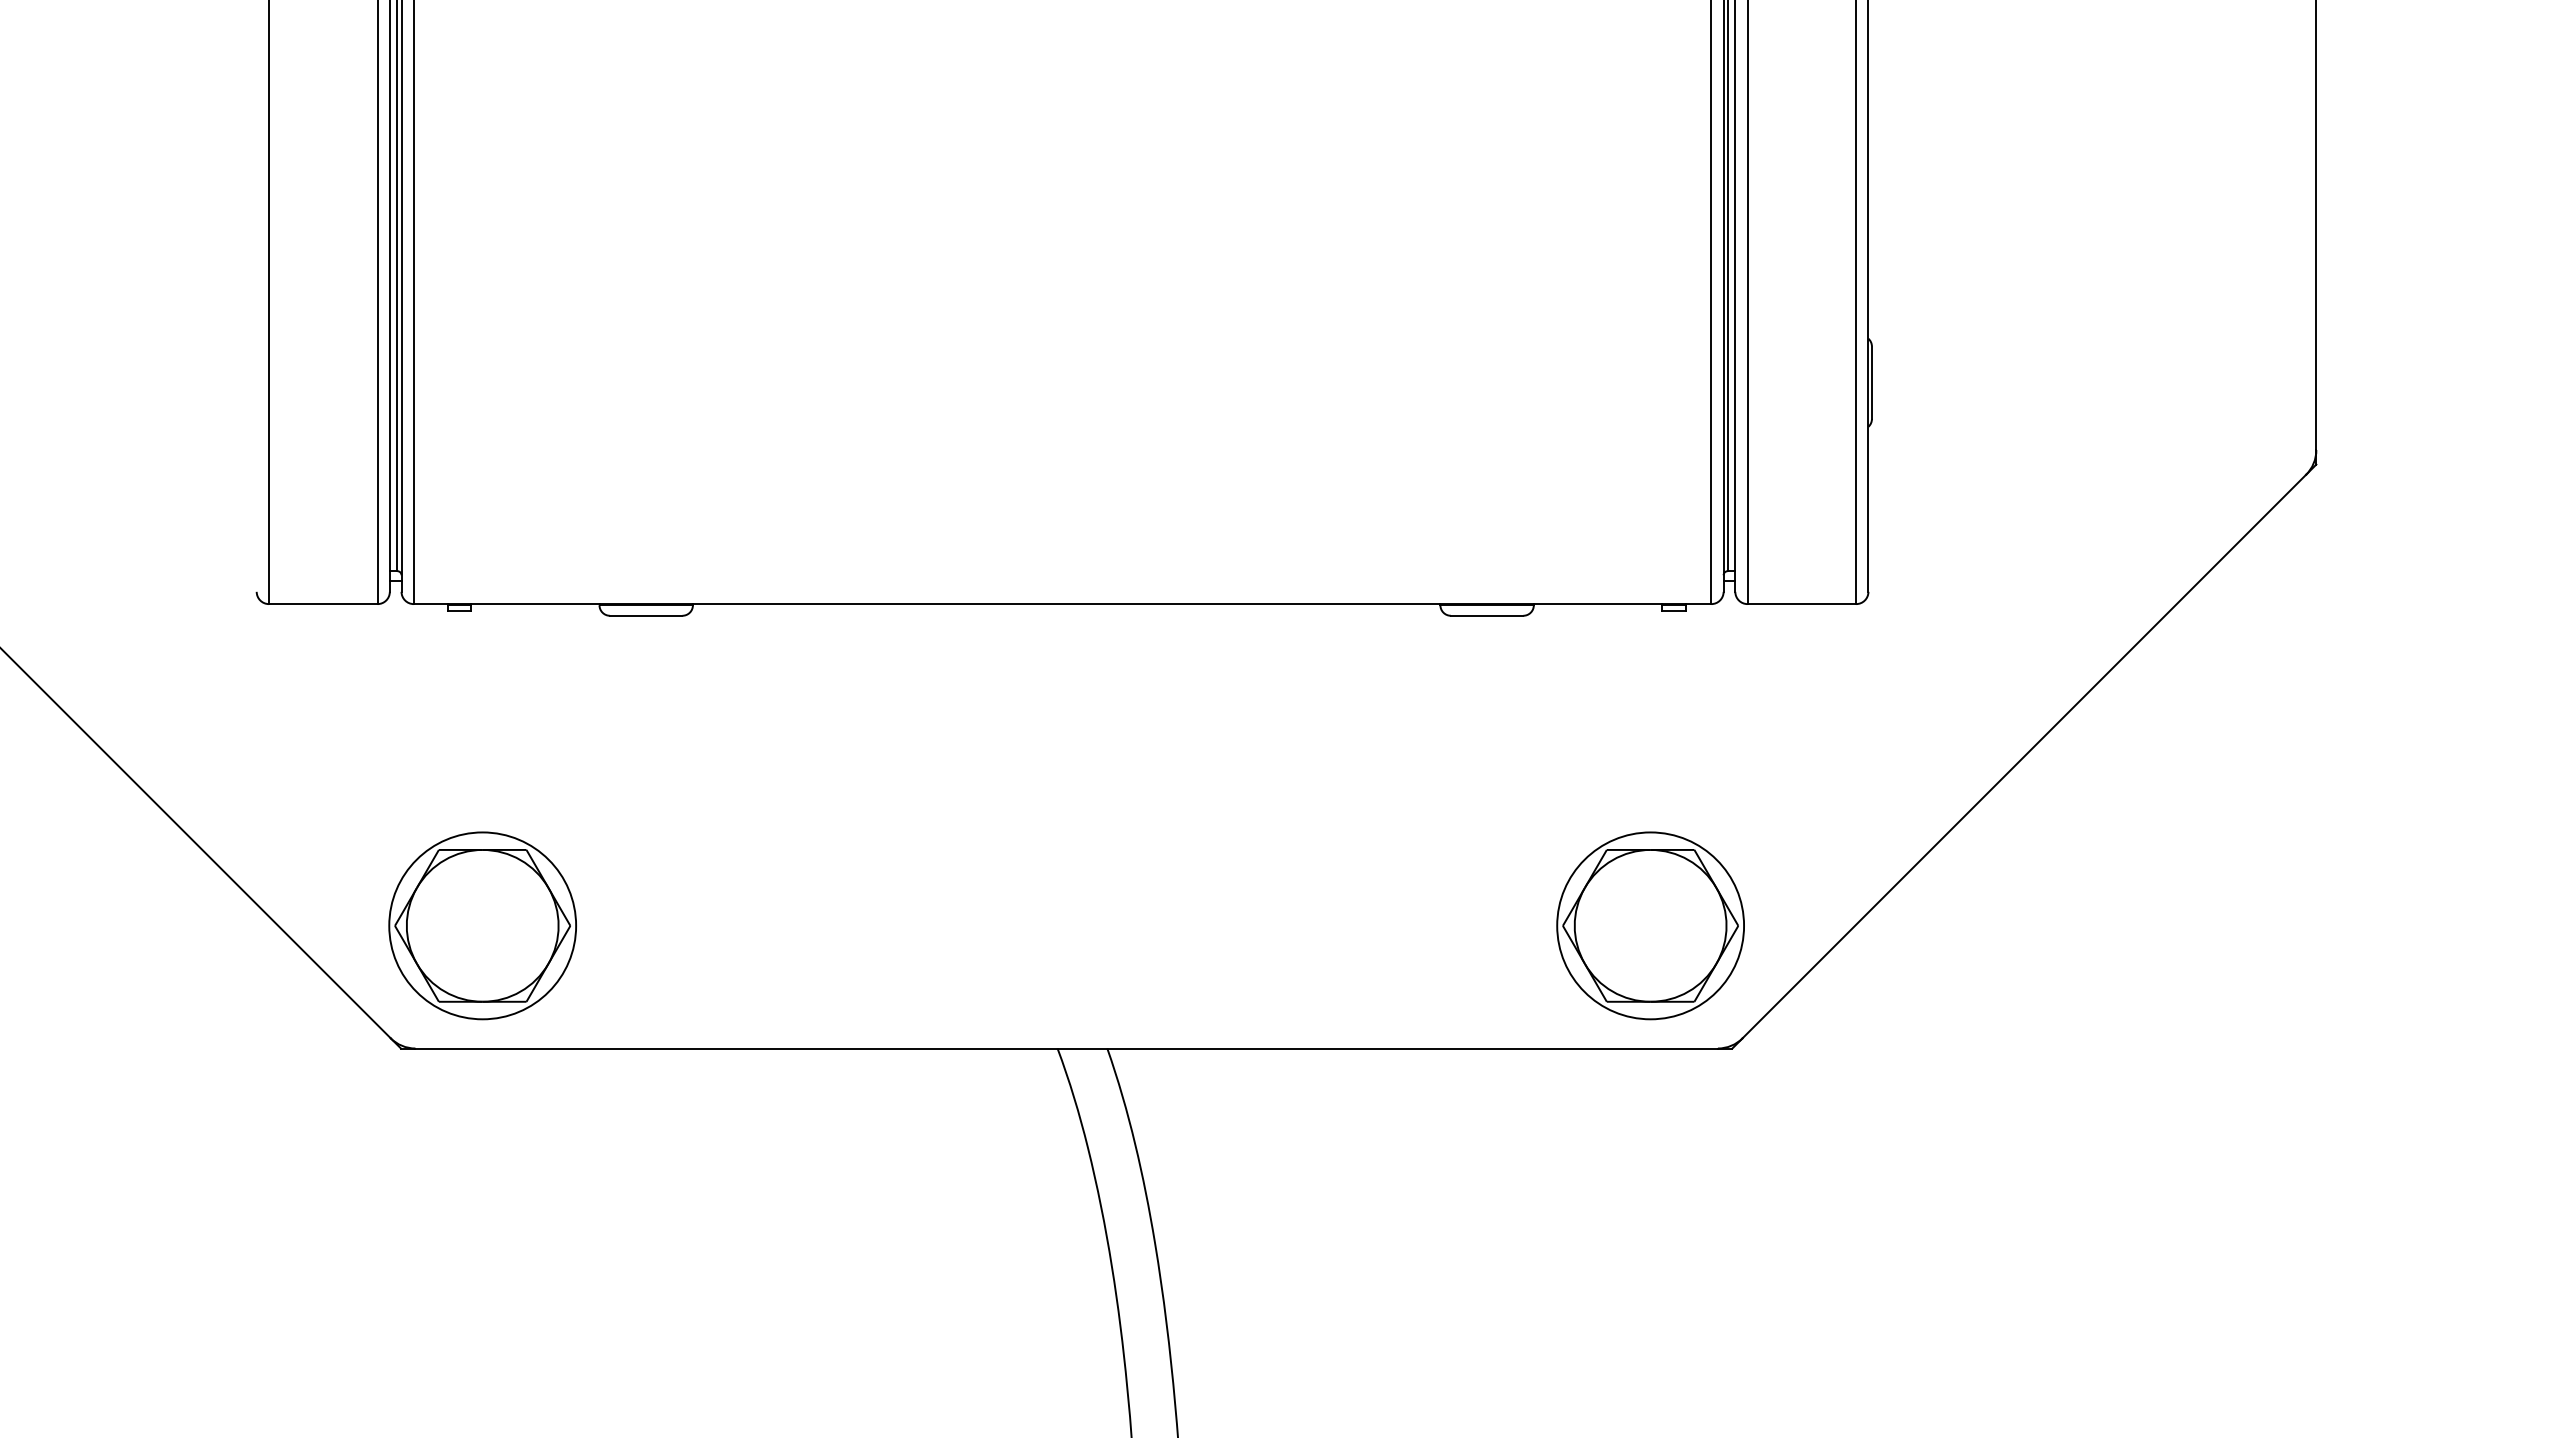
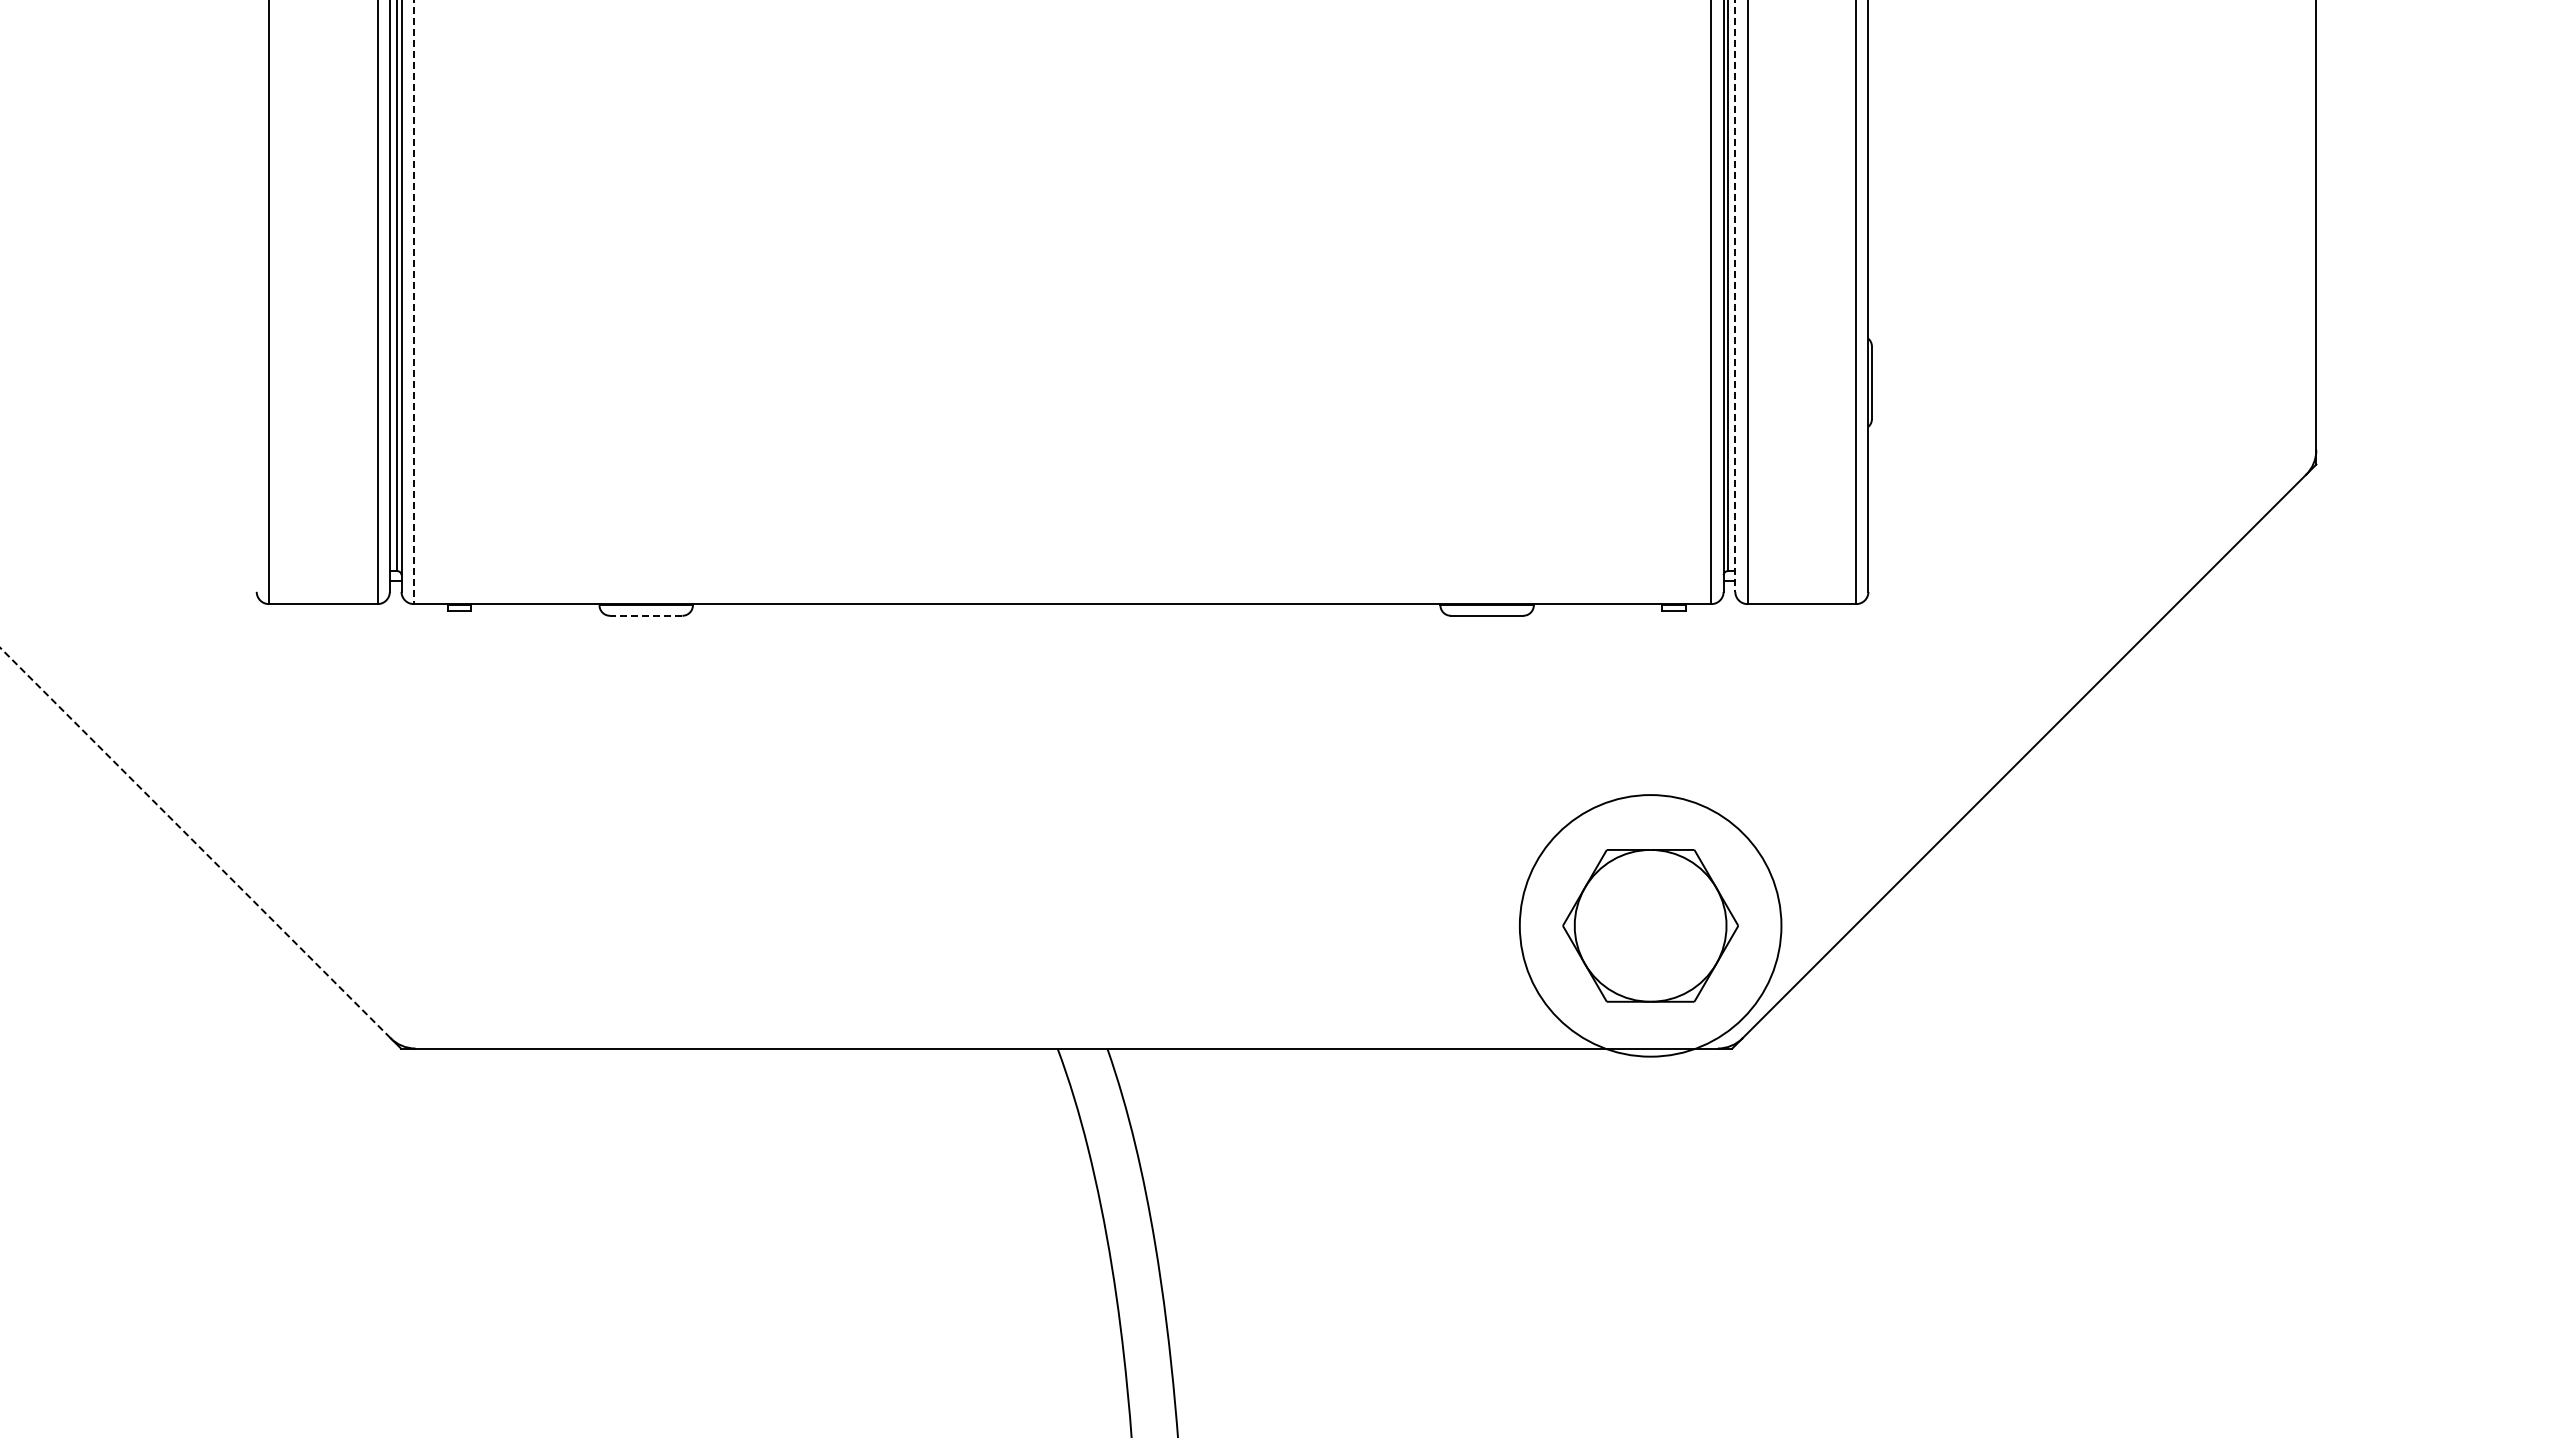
line at (1735, 296): solid -> dashed
line at (413, 302): solid -> dashed
line at (645, 615): solid -> dashed
line at (195, 843): solid -> dashed
part at (482, 925): present -> none
circle at (1650, 925) diameter: 187 px -> 262 px
